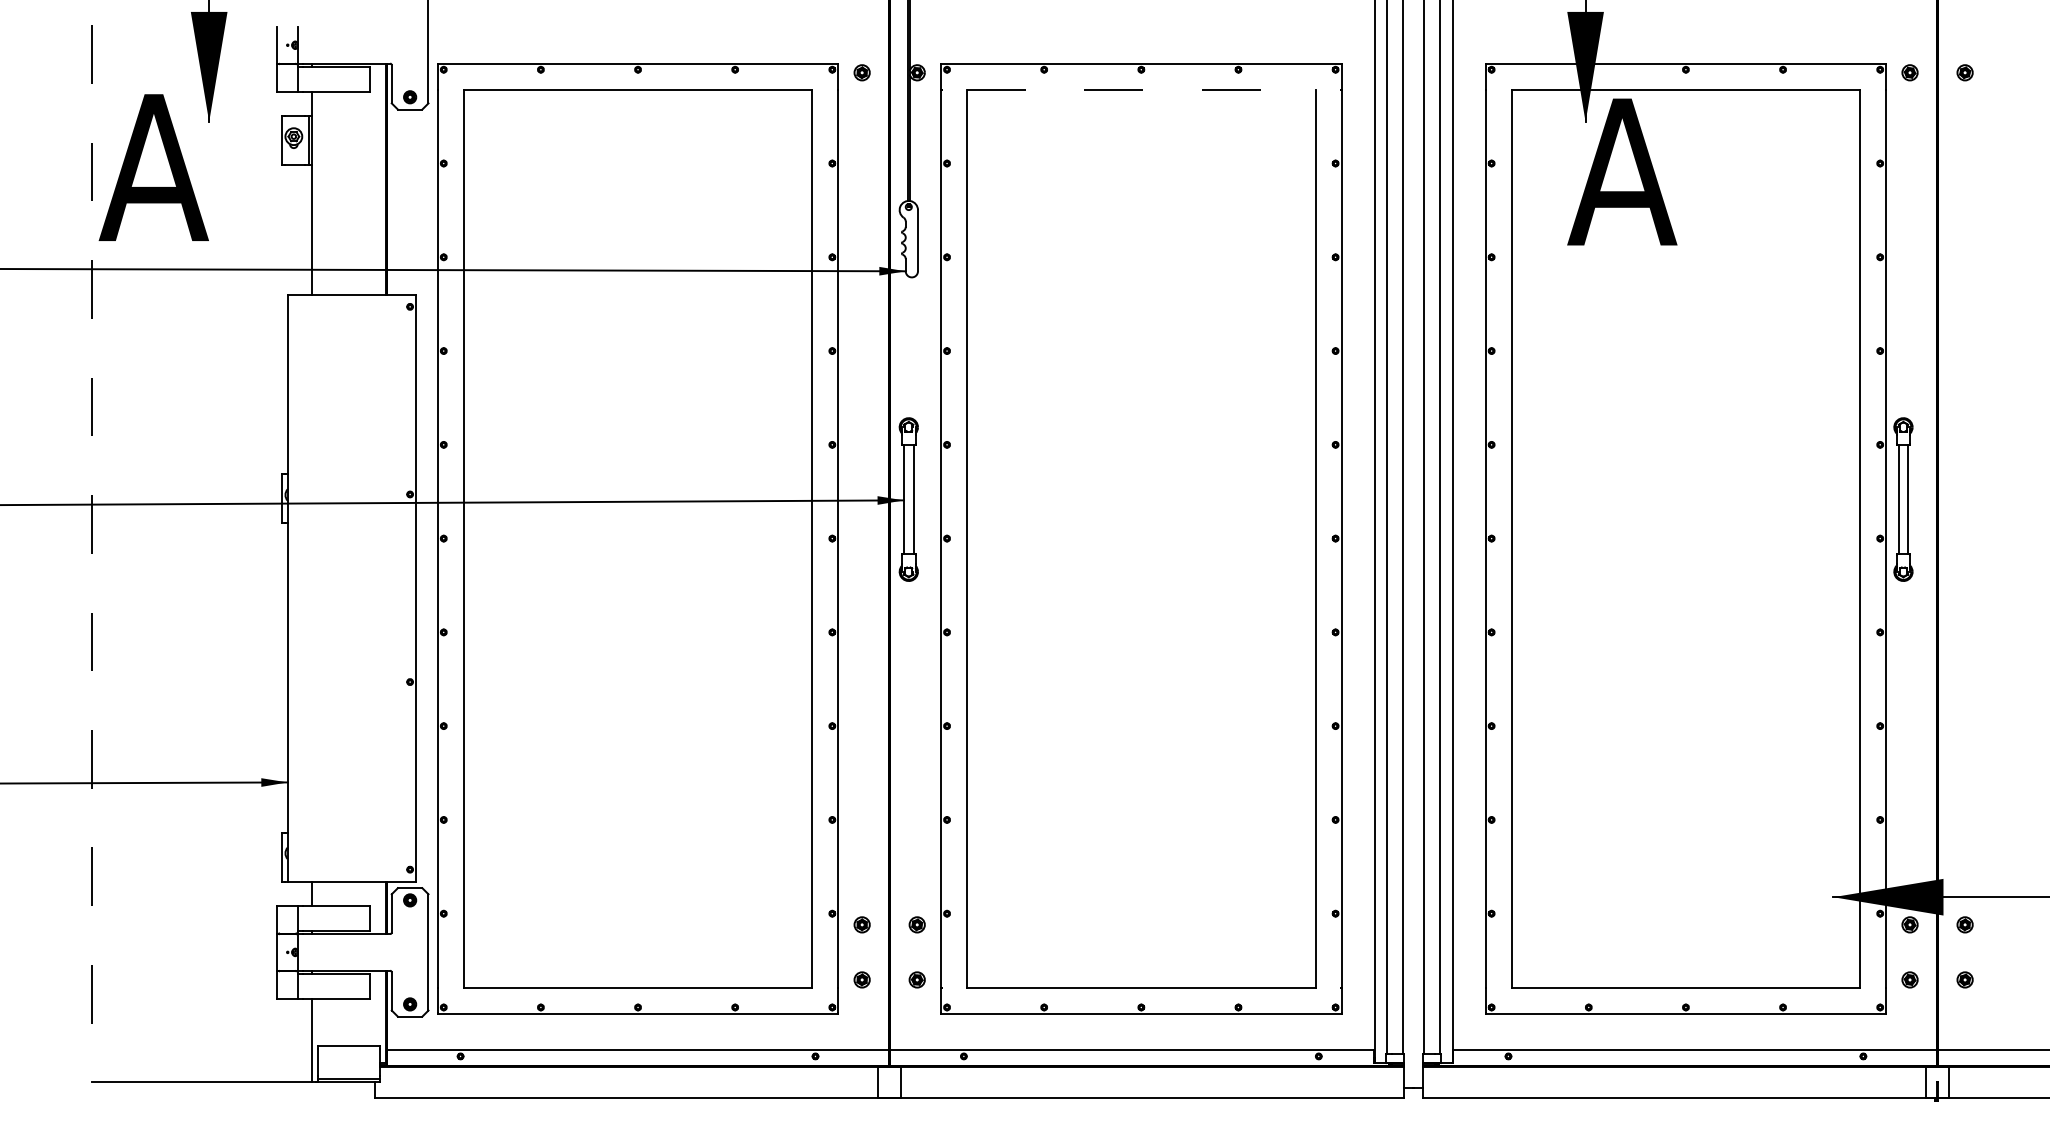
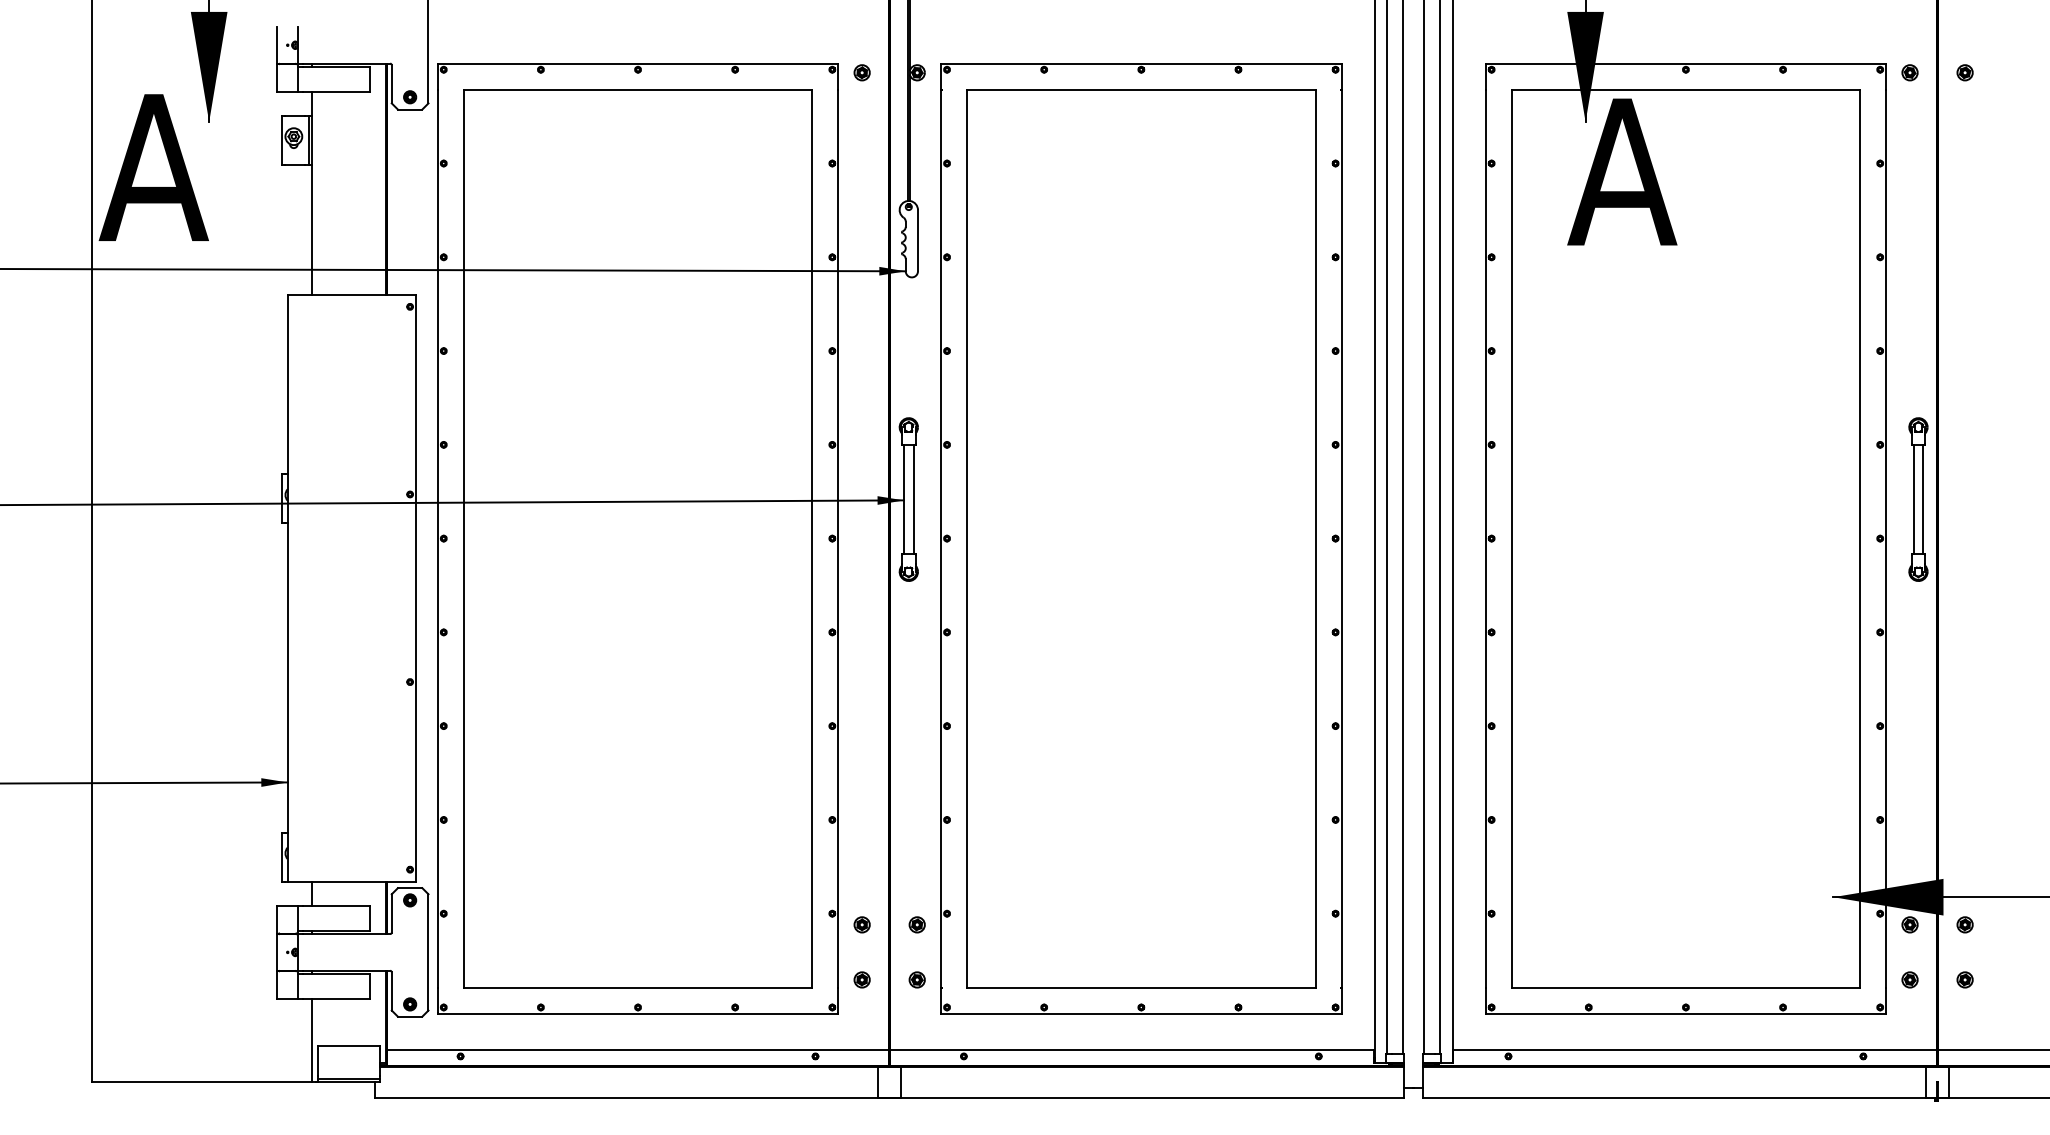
line at (1141, 89): dashed -> solid
part at (1903, 499) position: (1903, 499) -> (1918, 499)
line at (91, 541): dashed -> solid
